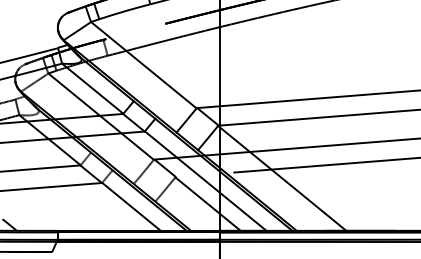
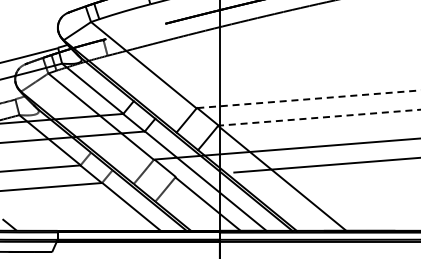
line at (308, 99): solid -> dashed
line at (319, 117): solid -> dashed
